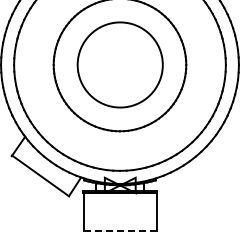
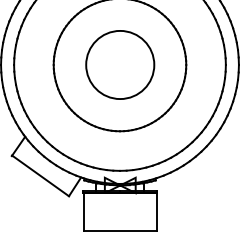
circle at (119, 64) diameter: 85 px -> 68 px
line at (120, 230): dashed -> solid
